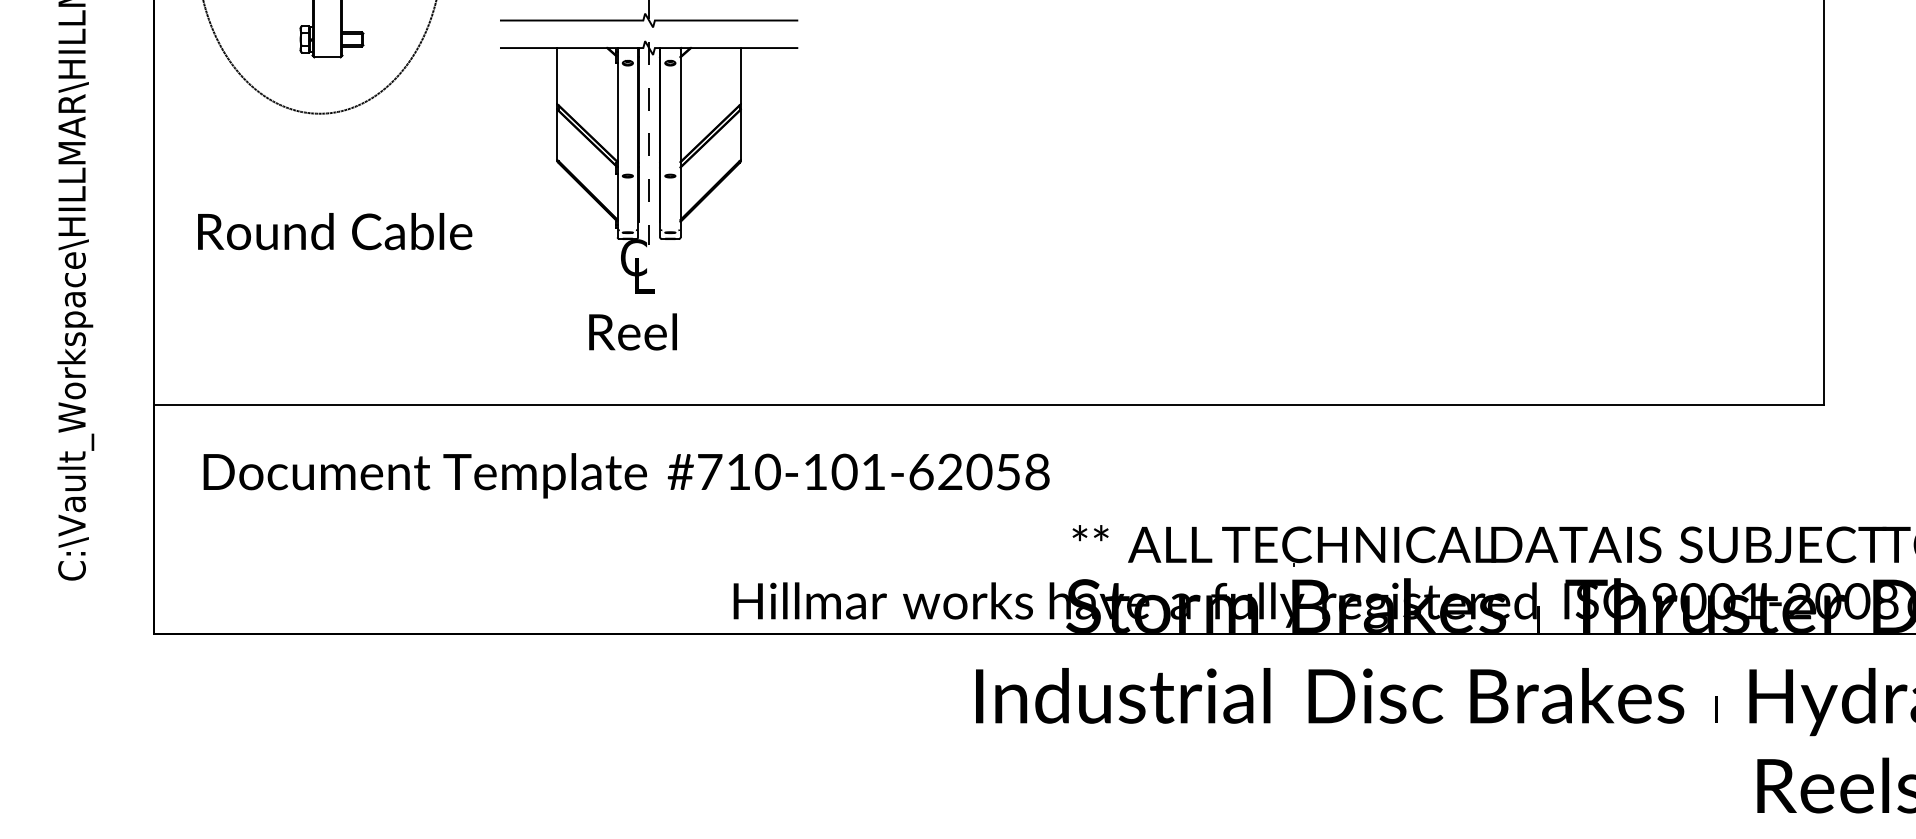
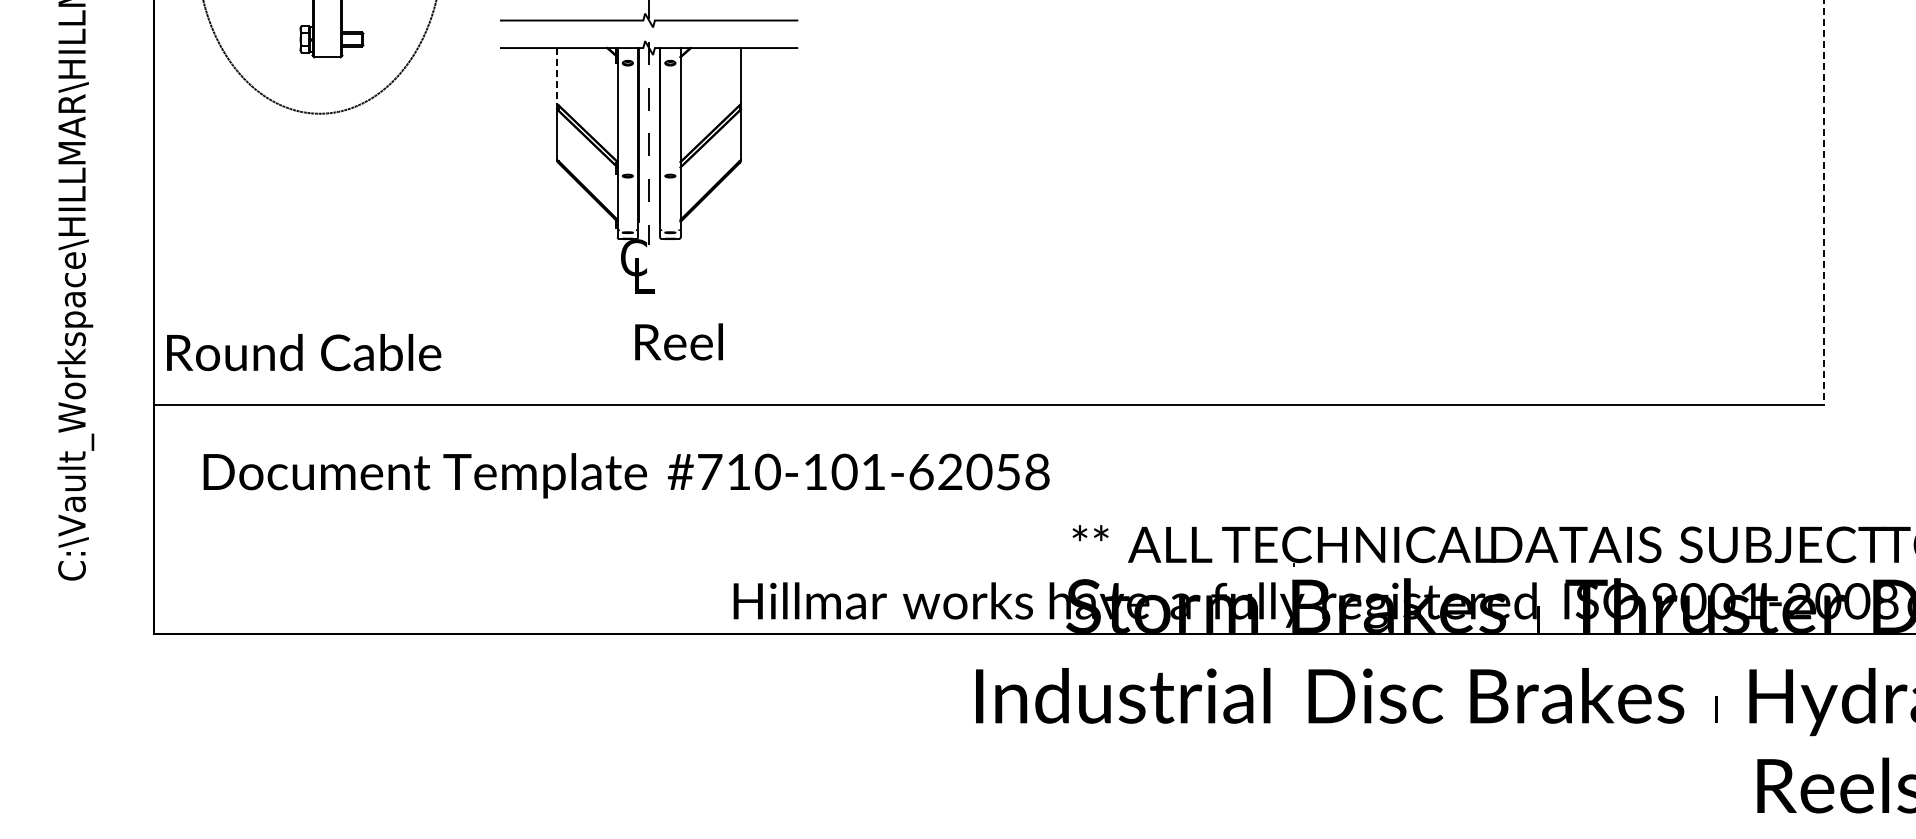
line at (556, 76): solid -> dashed
line at (1823, 202): solid -> dashed
text at (335, 231) position: (335, 231) -> (304, 352)
text at (632, 331) position: (632, 331) -> (678, 341)
